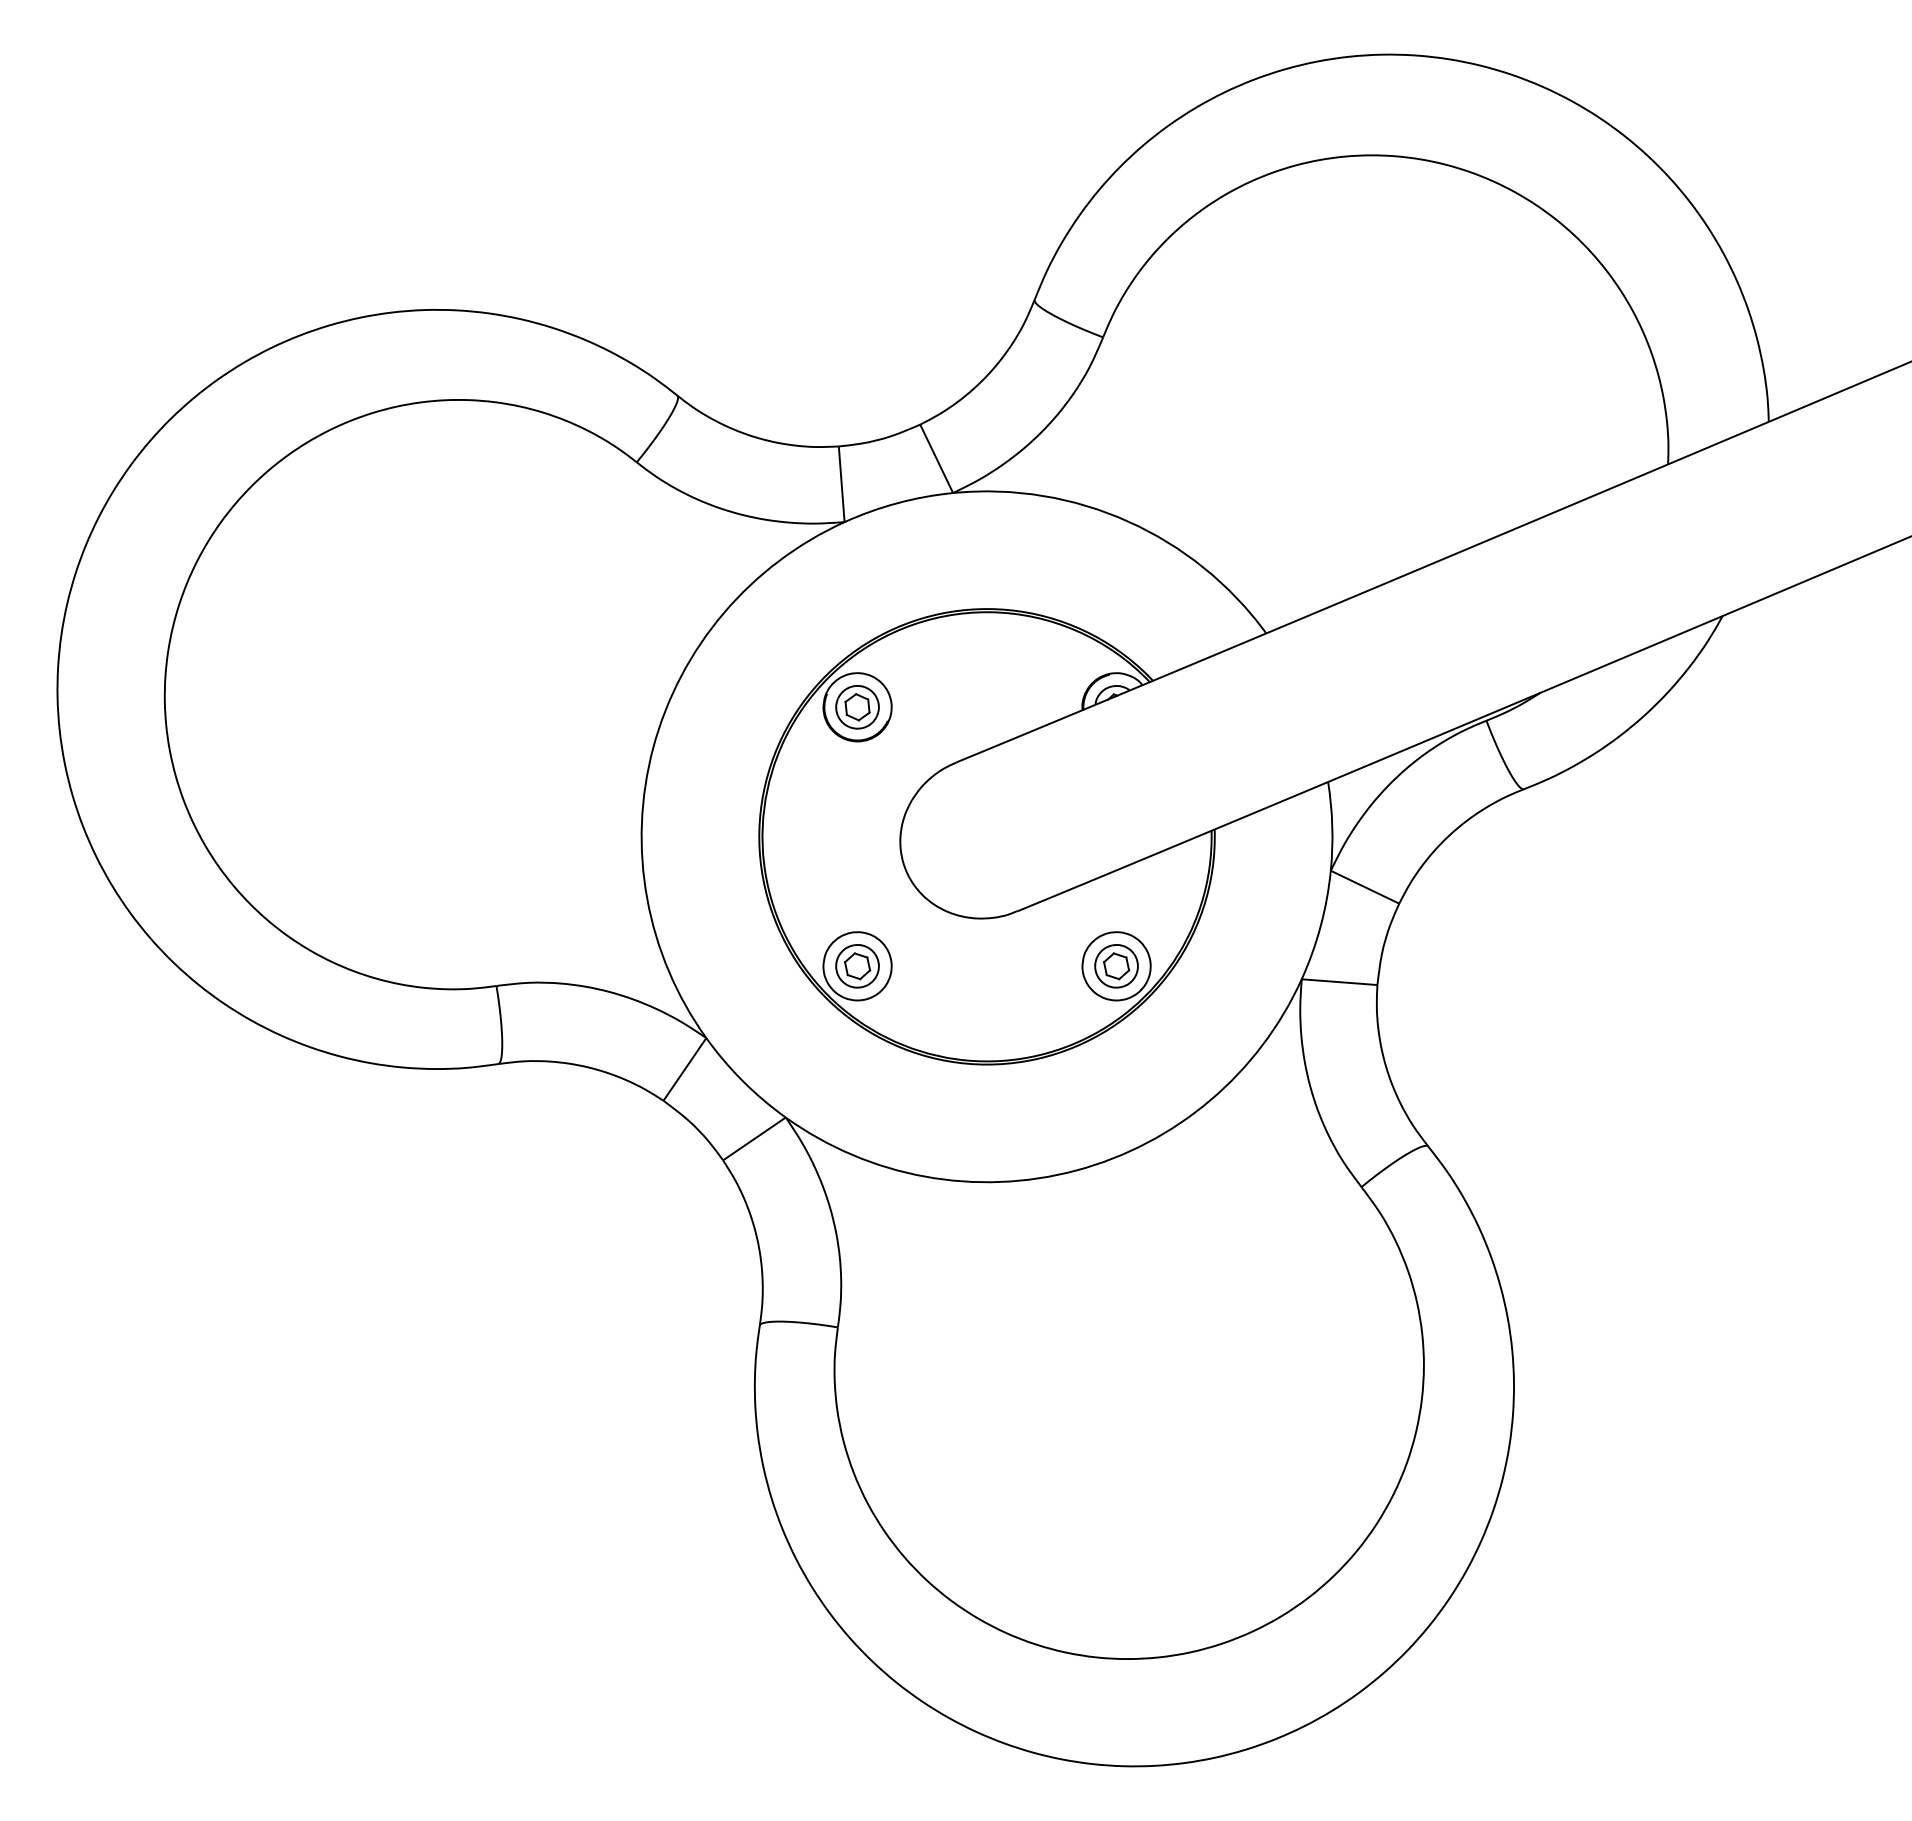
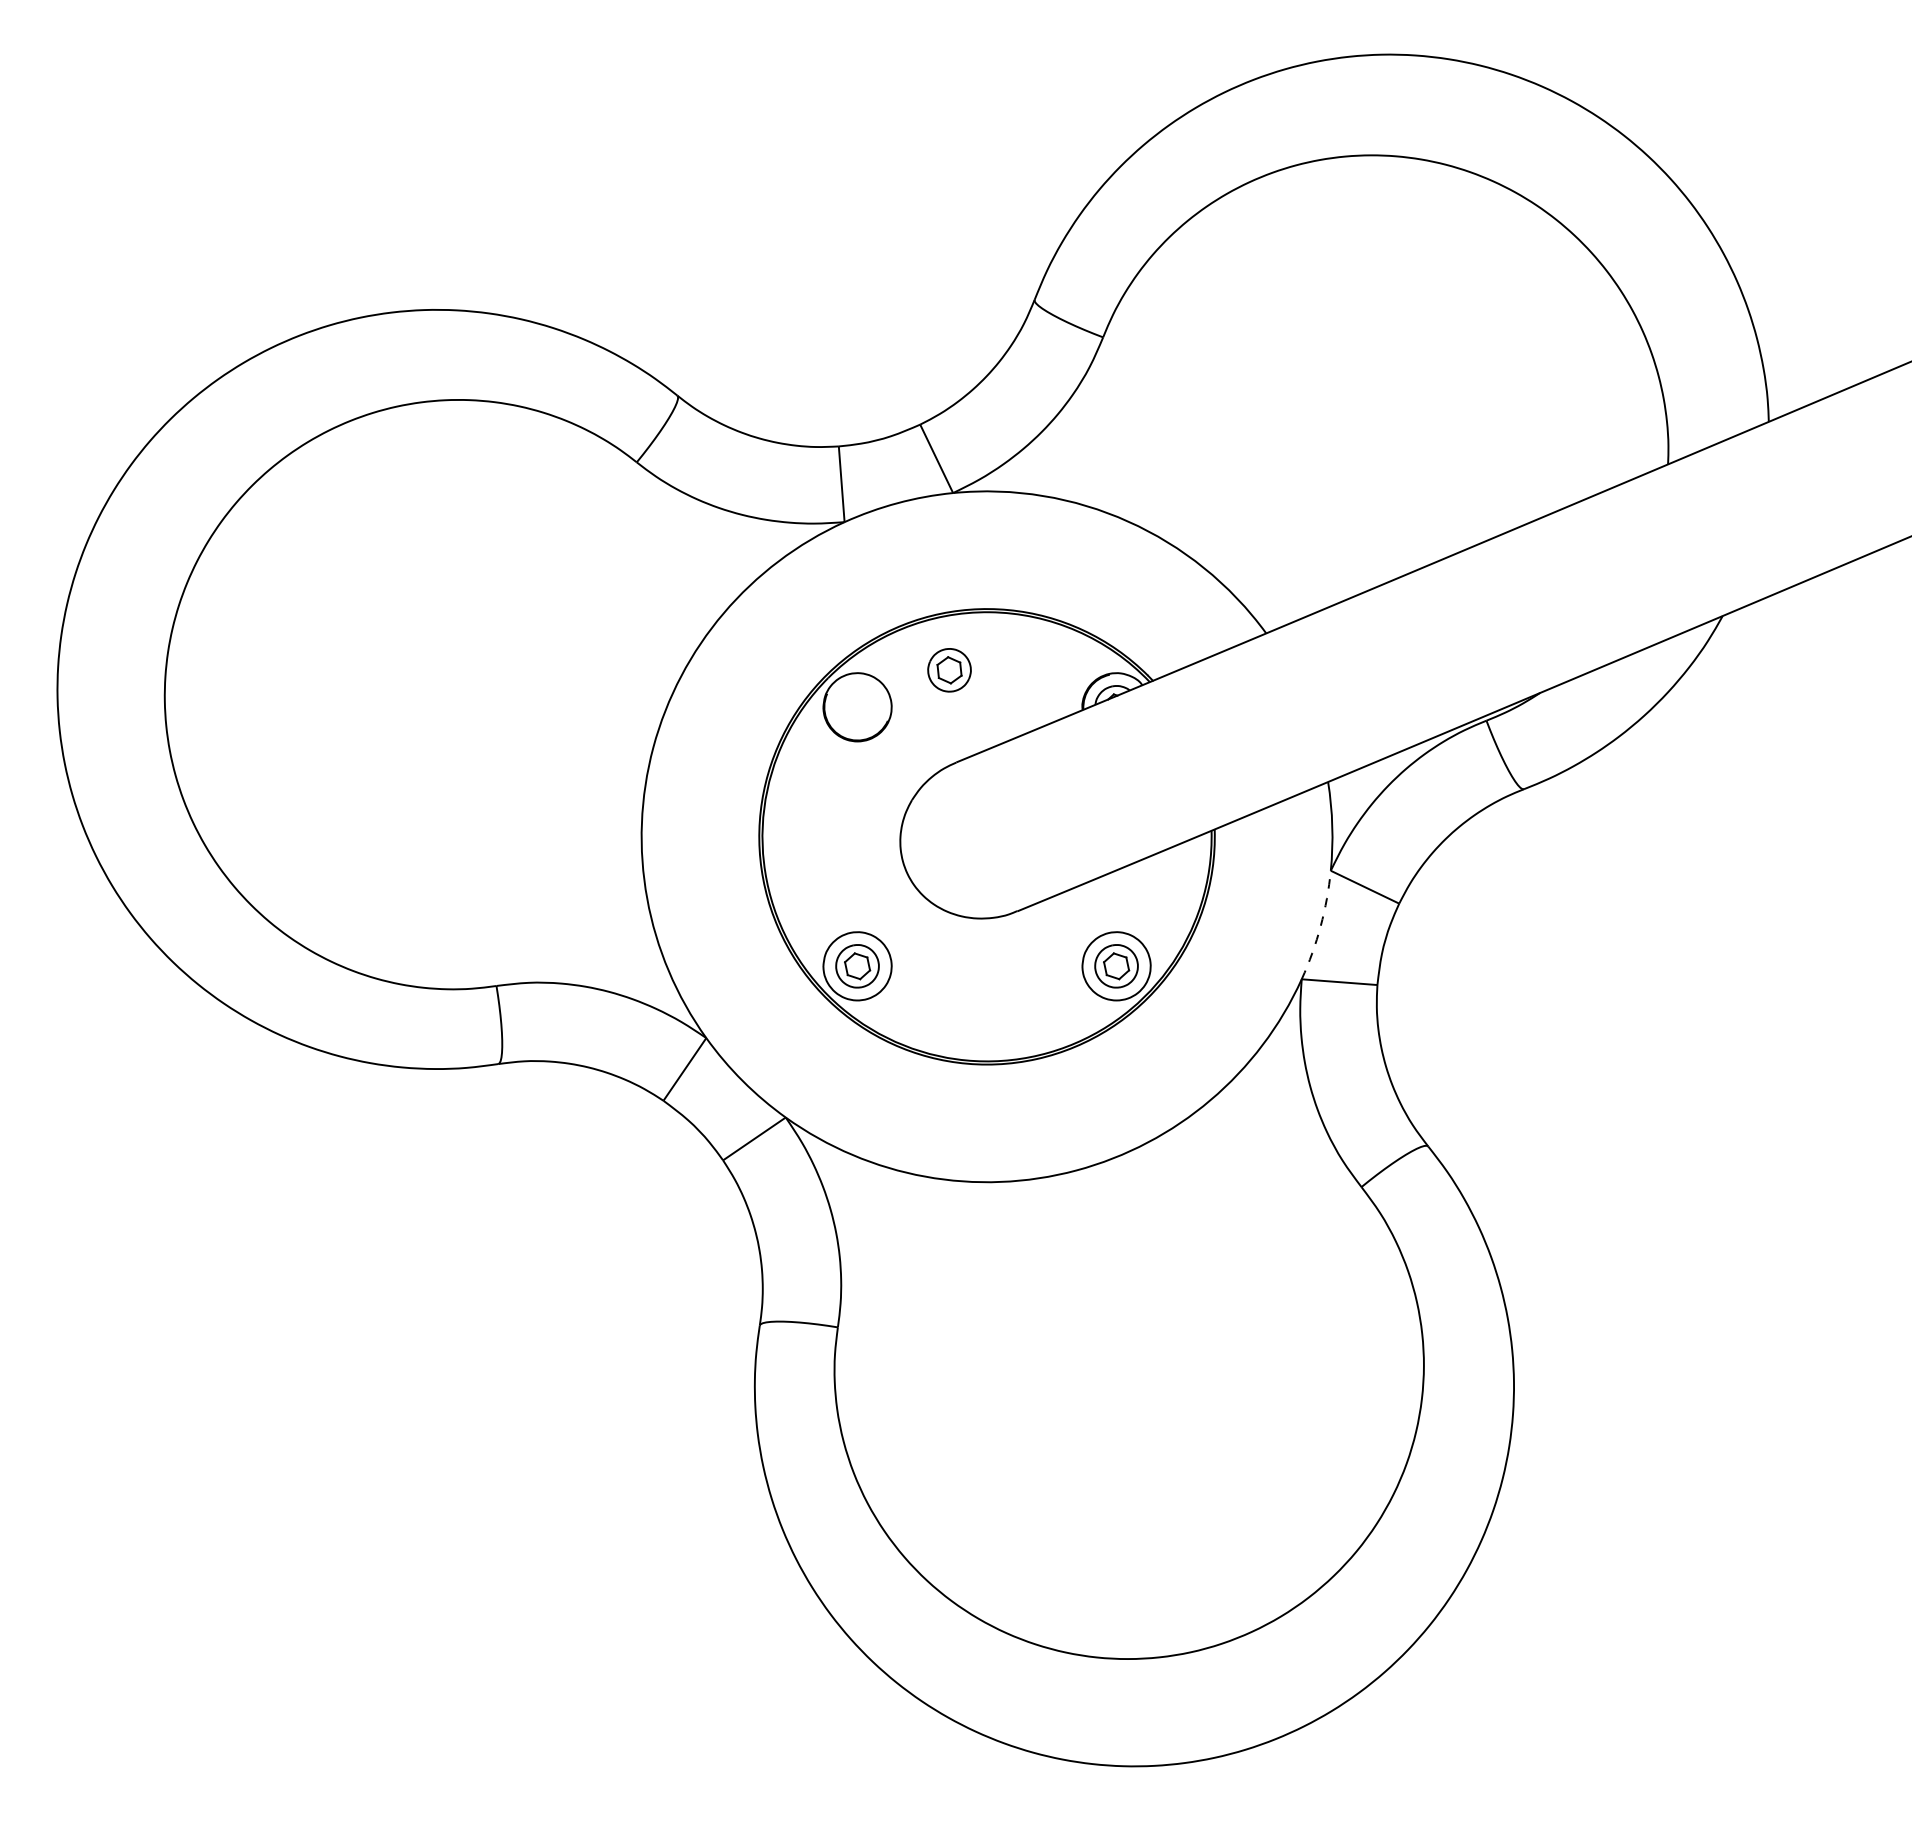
part at (857, 707) position: (857, 707) -> (949, 670)
arc at (1320, 926): solid -> dashed
